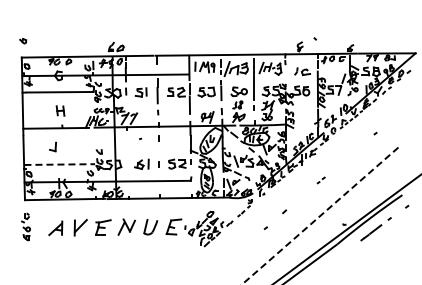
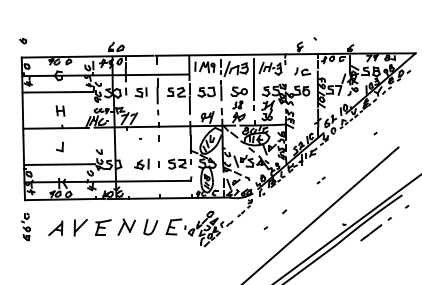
part at (52, 146) position: (52, 146) -> (59, 146)
line at (60, 164): dashed -> solid
line at (320, 216): dashed -> solid
